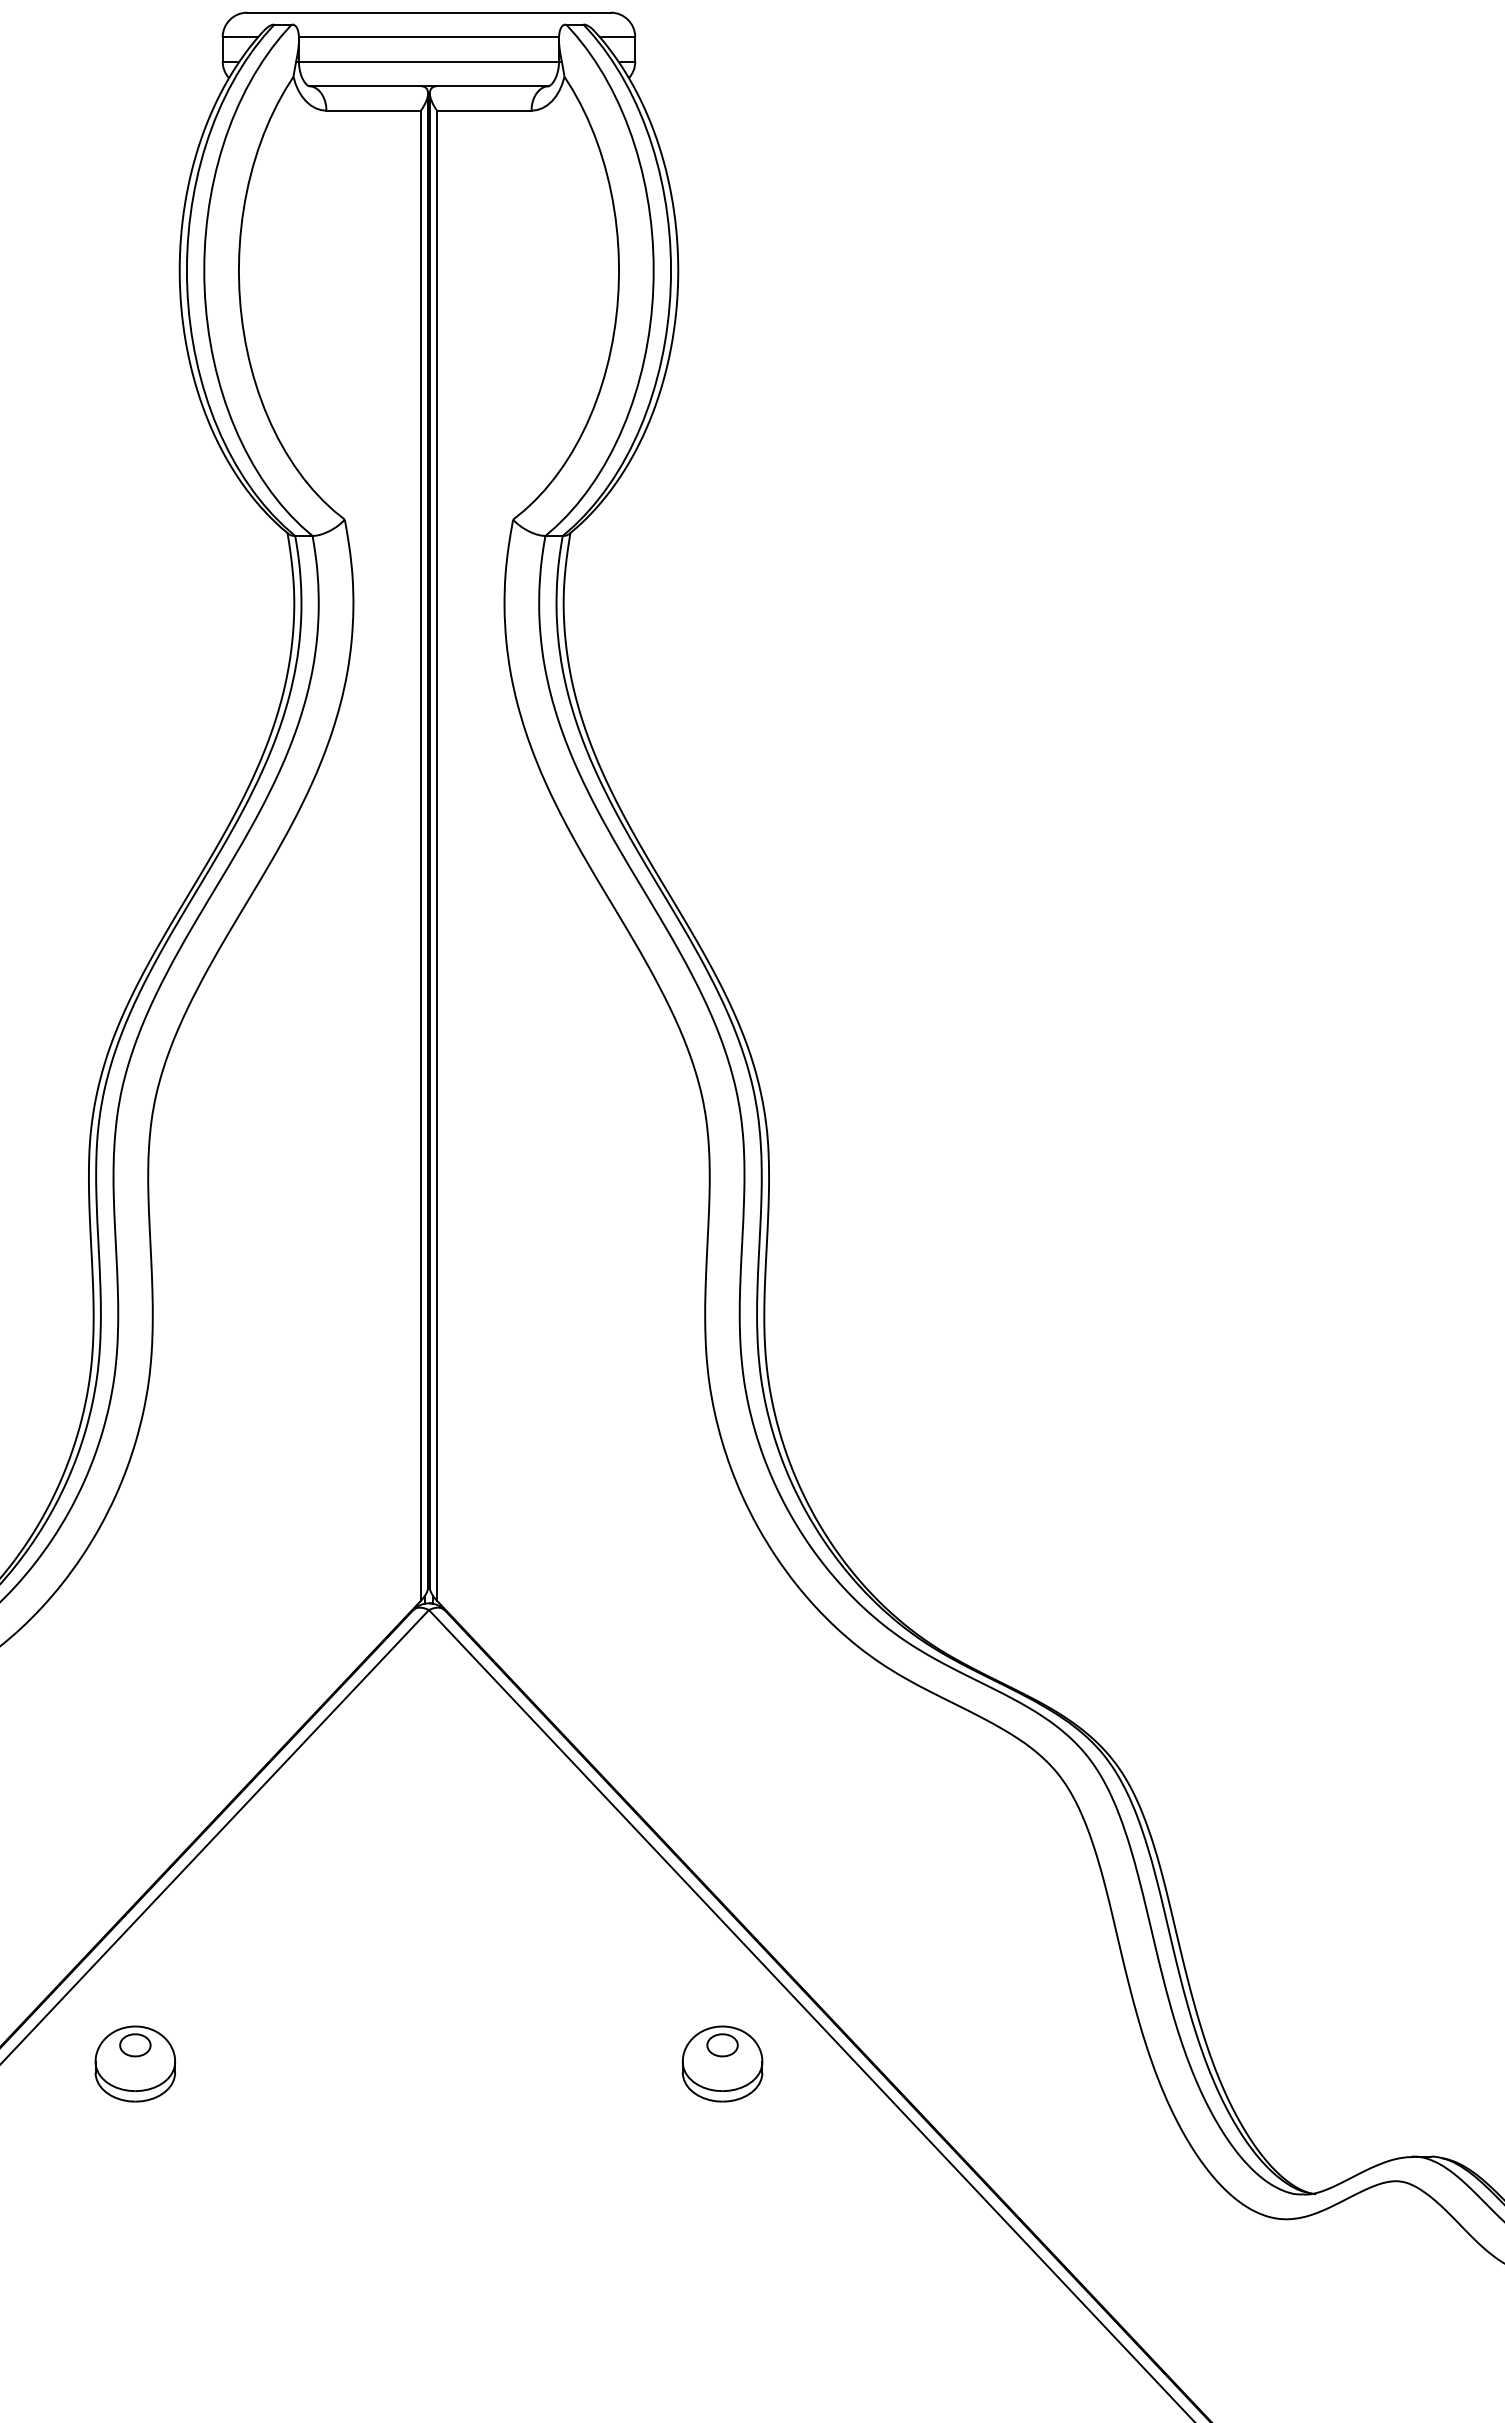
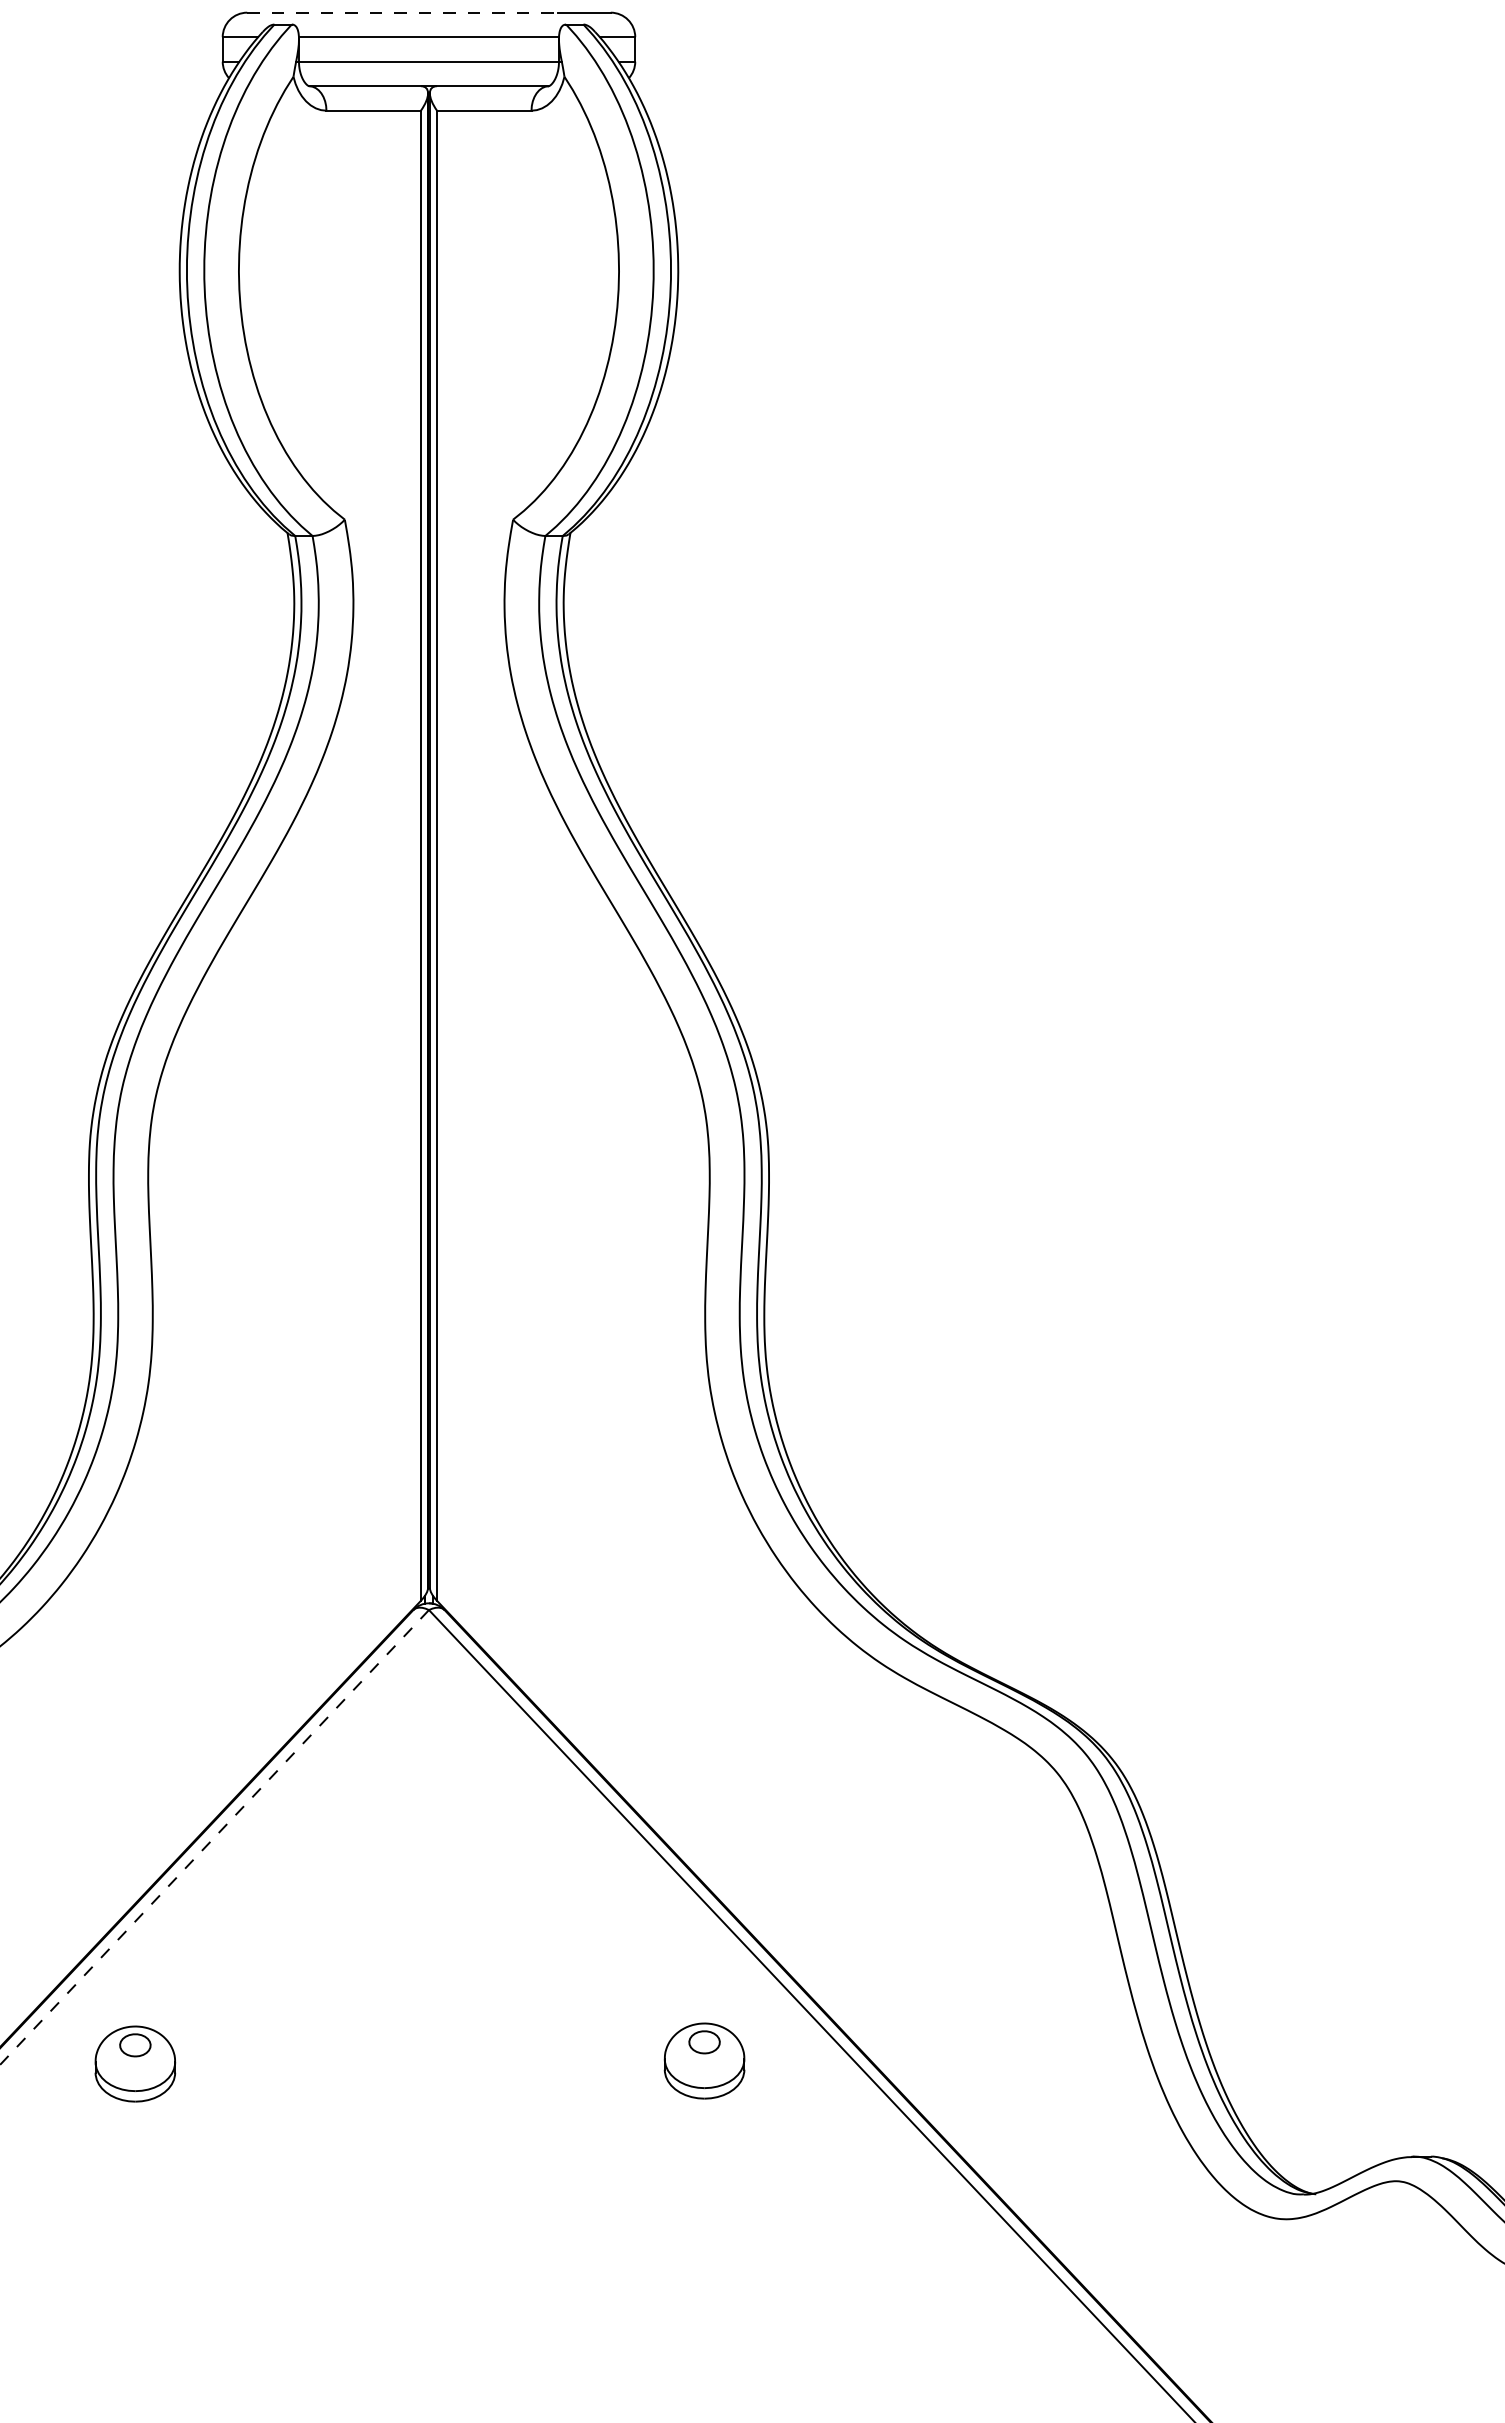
line at (402, 12): solid -> dashed
line at (214, 1837): solid -> dashed
part at (722, 2063) position: (722, 2063) -> (704, 2060)
